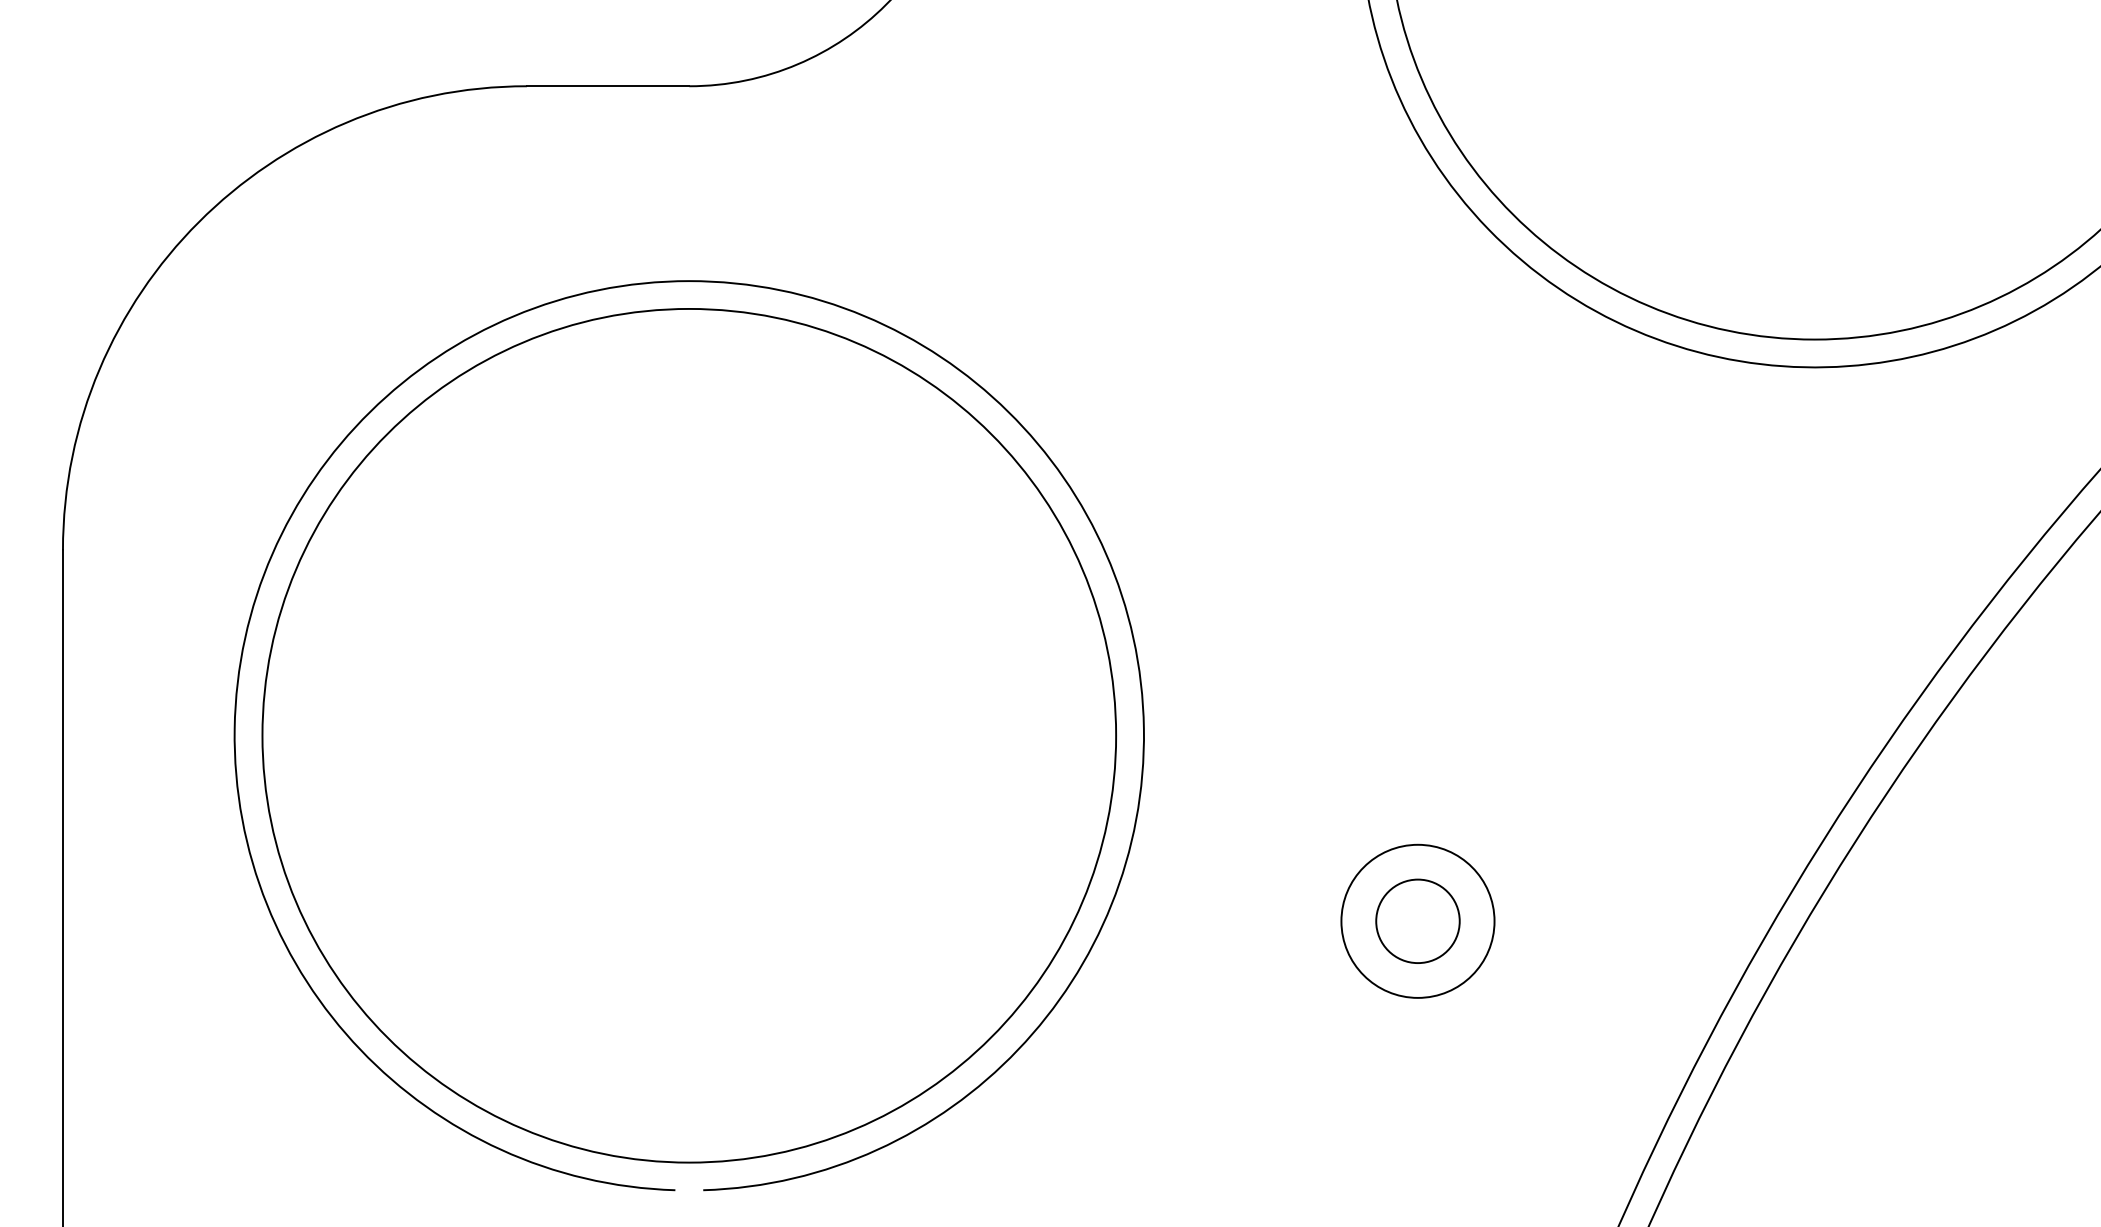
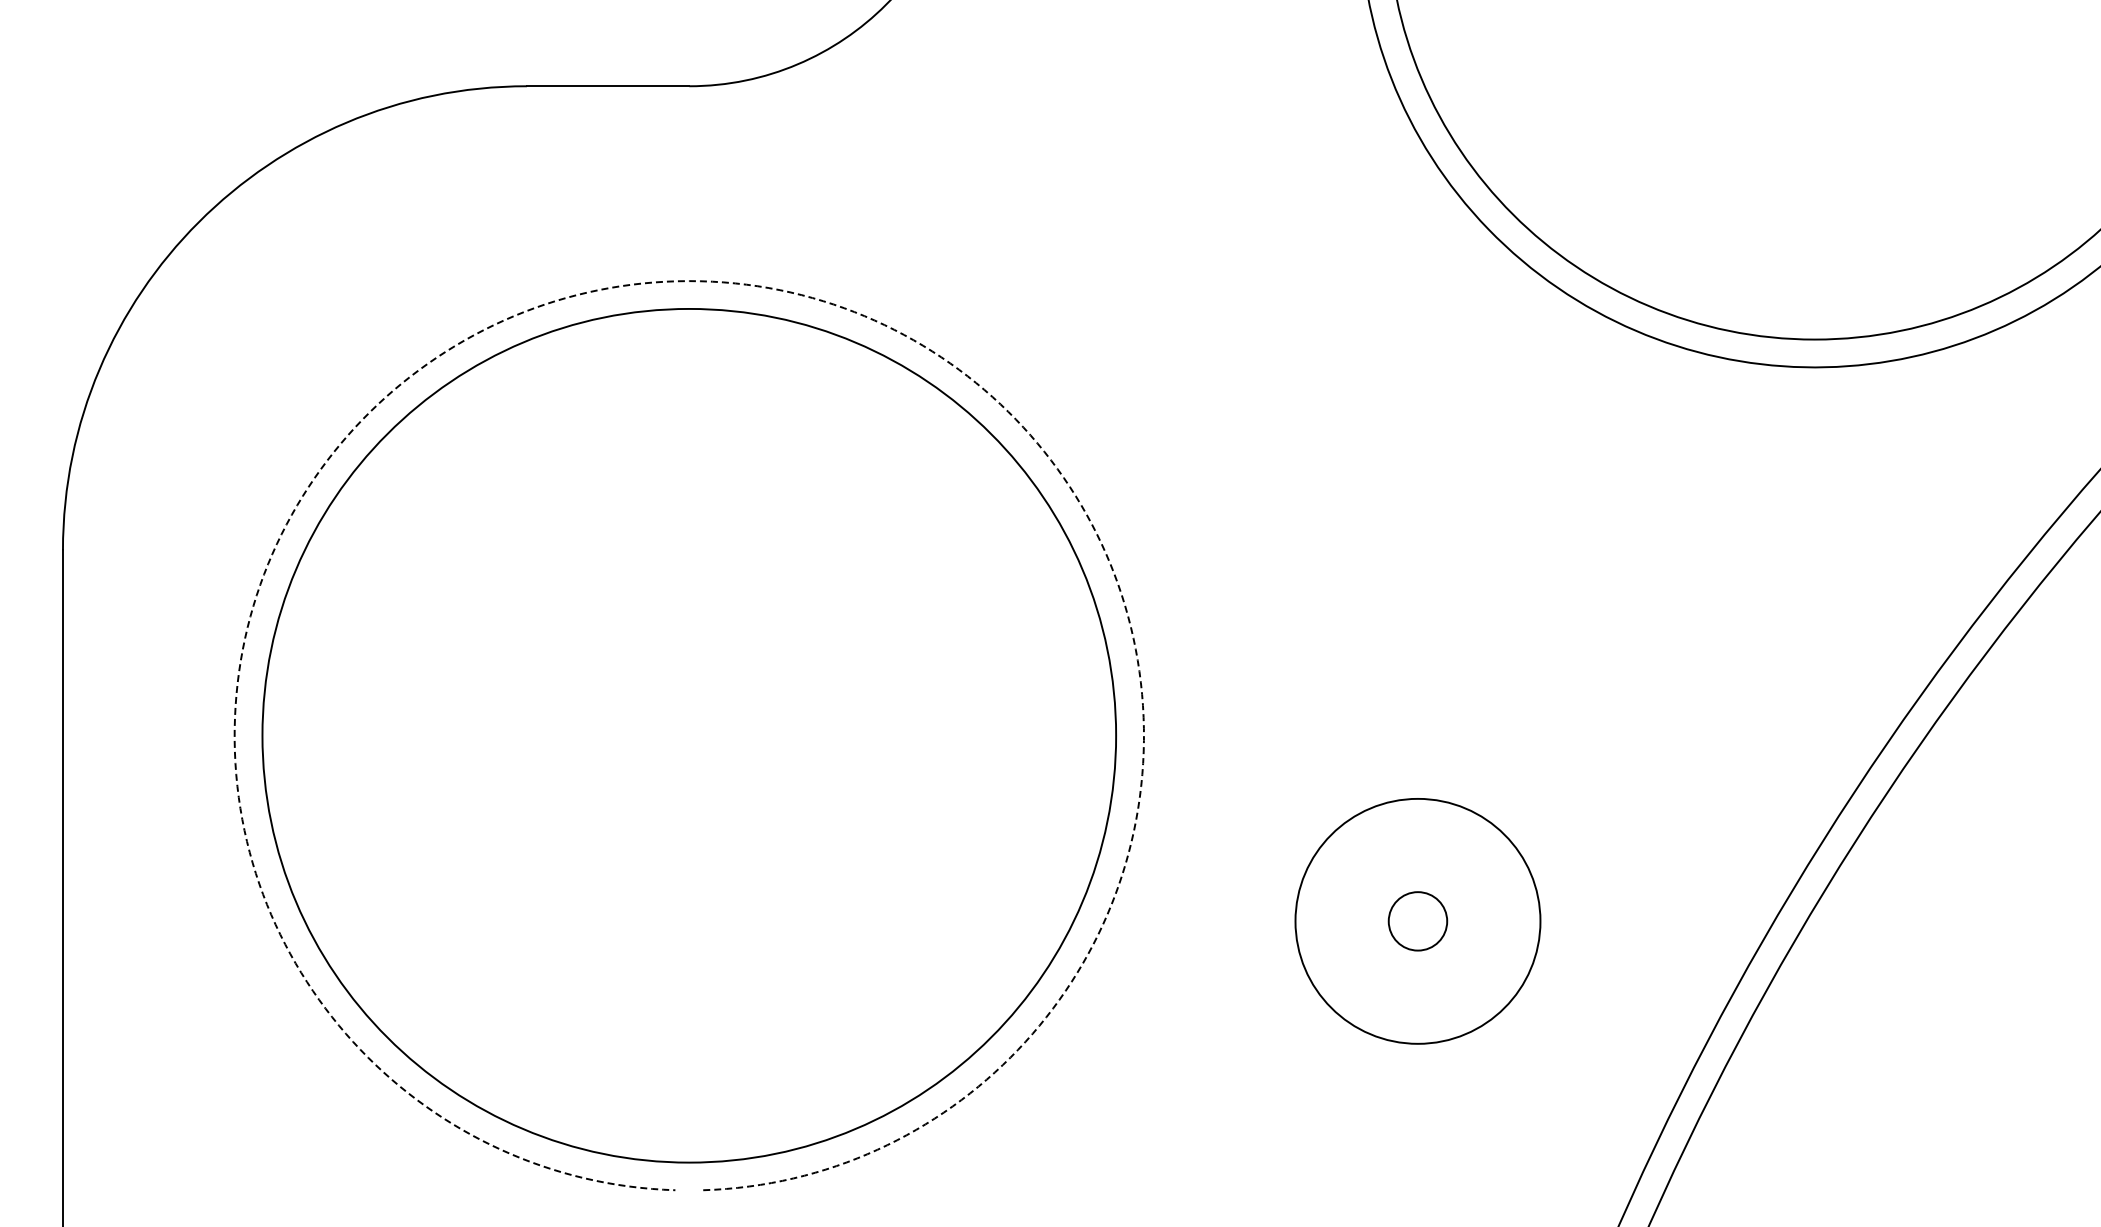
arc at (689, 281): solid -> dashed
circle at (1417, 920) diameter: 153 px -> 245 px
circle at (1417, 921) diameter: 84 px -> 58 px
